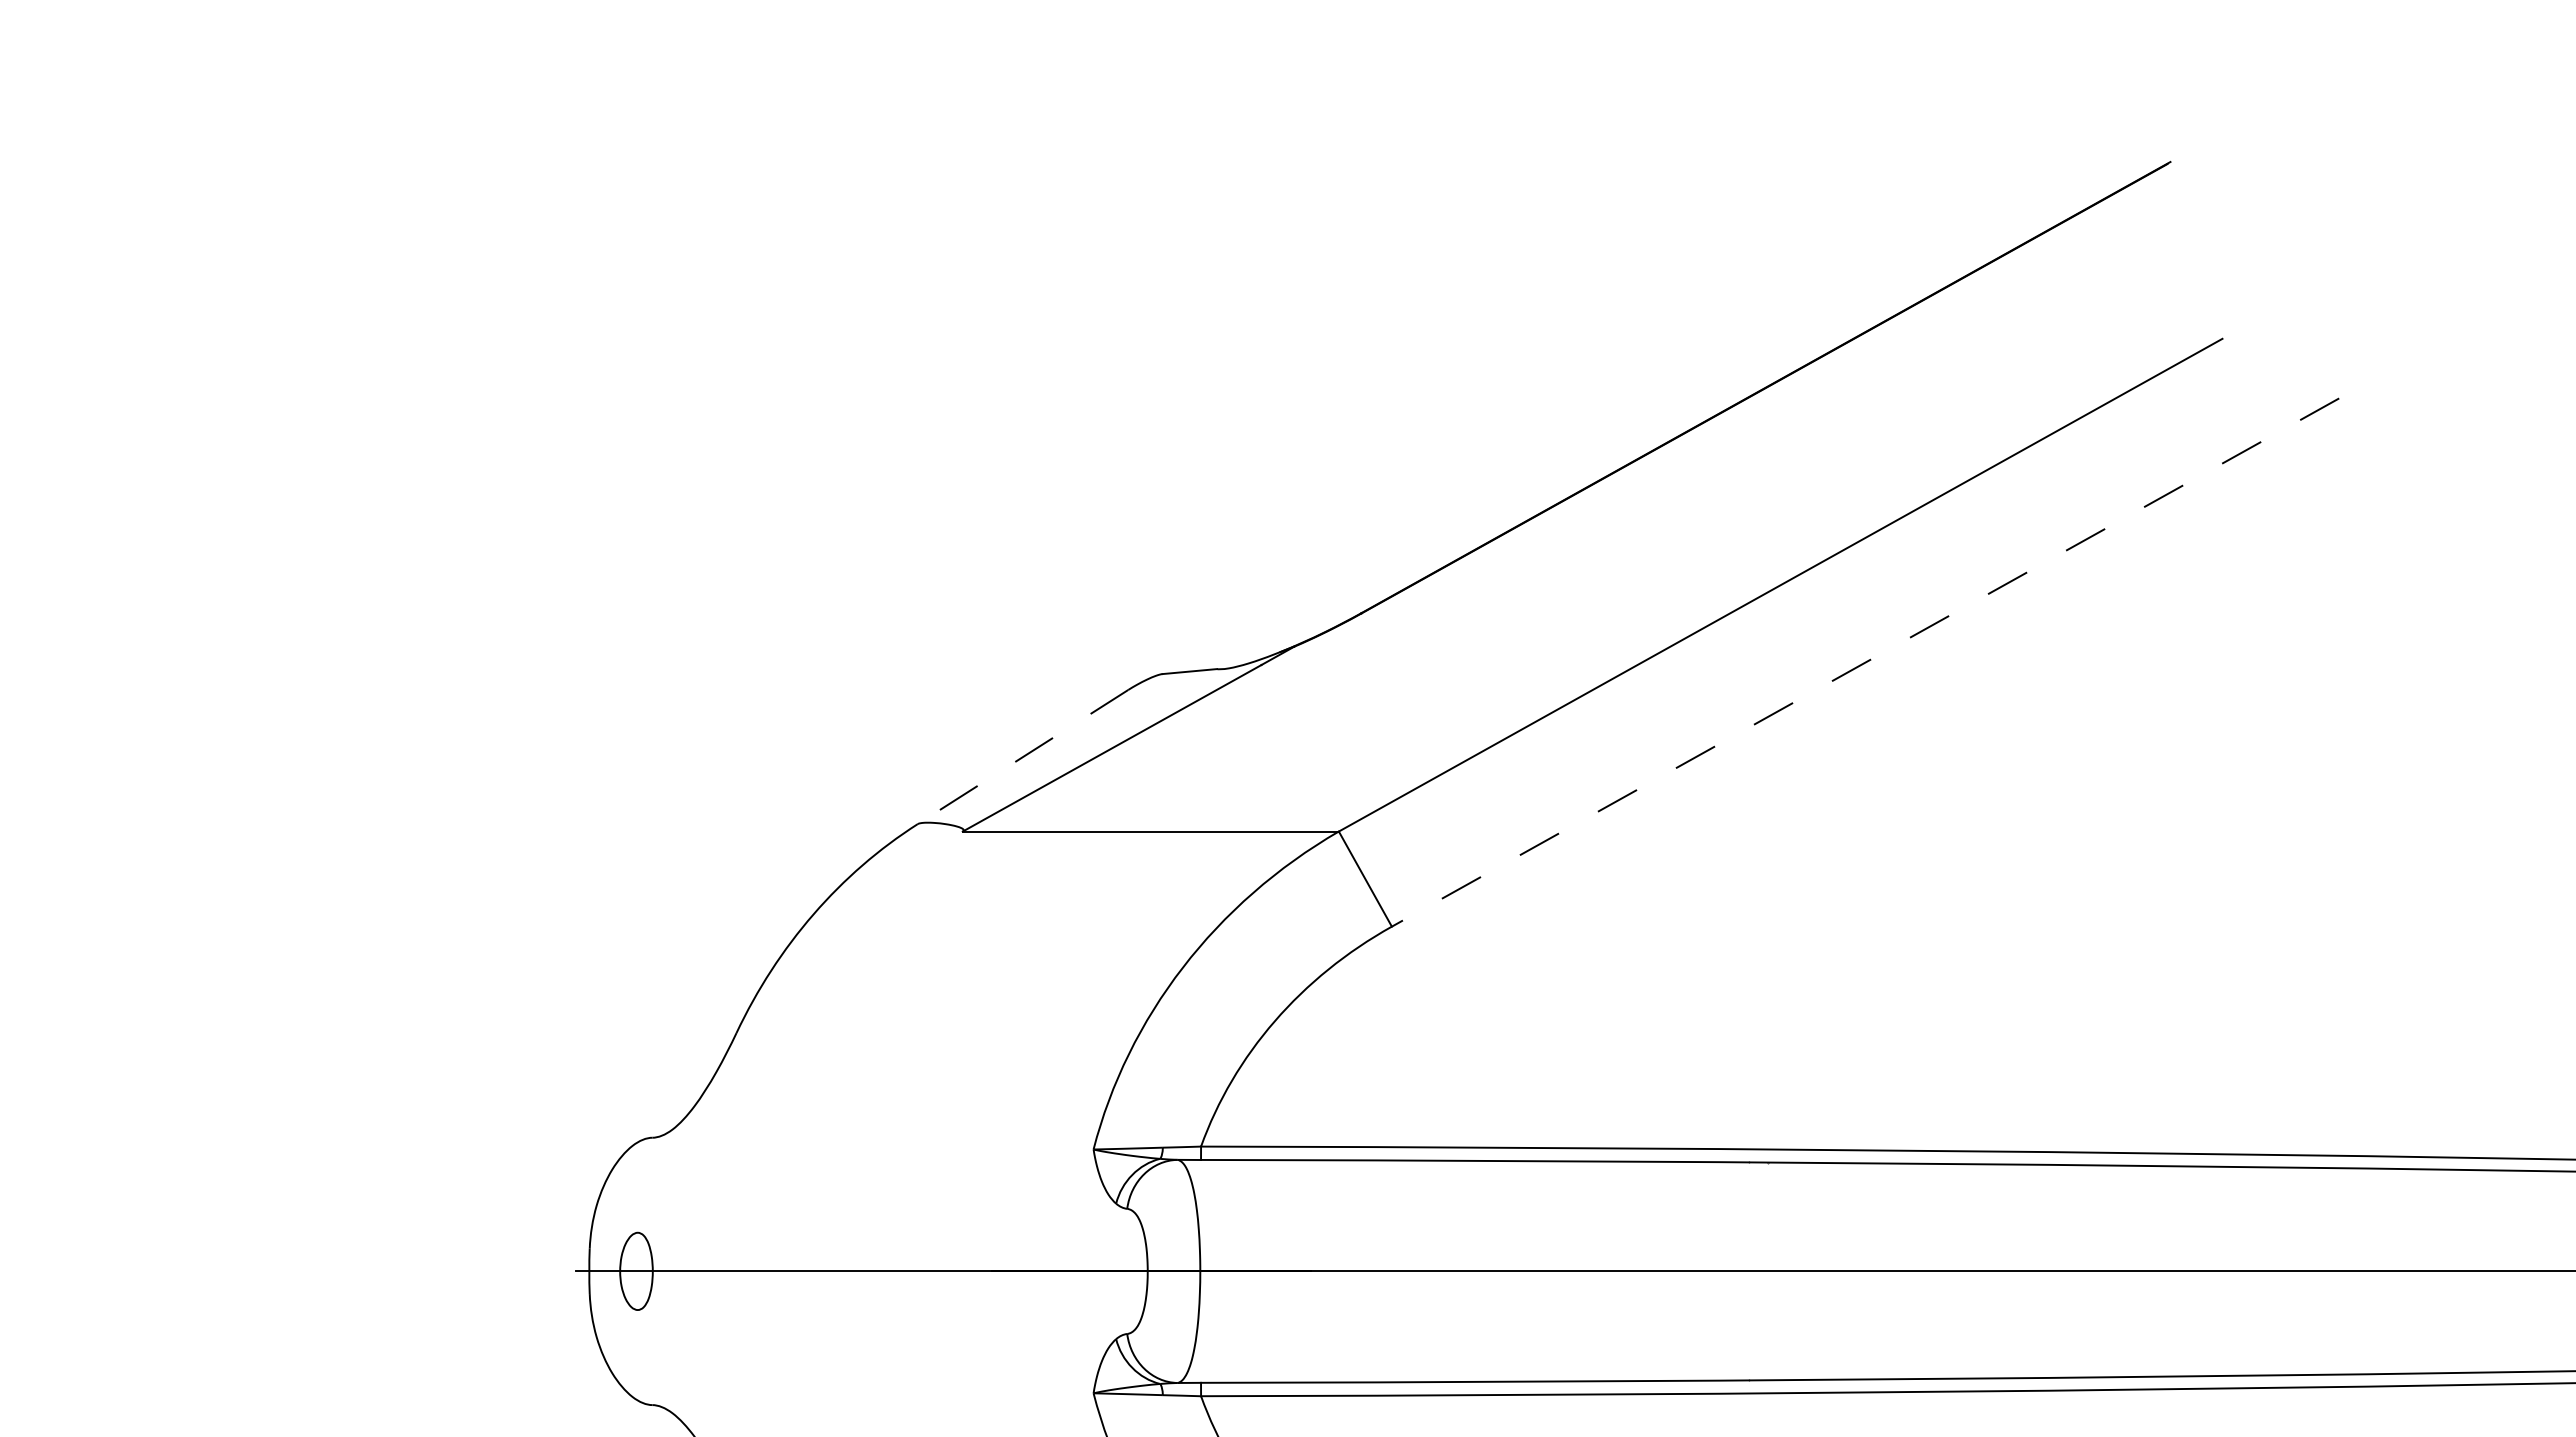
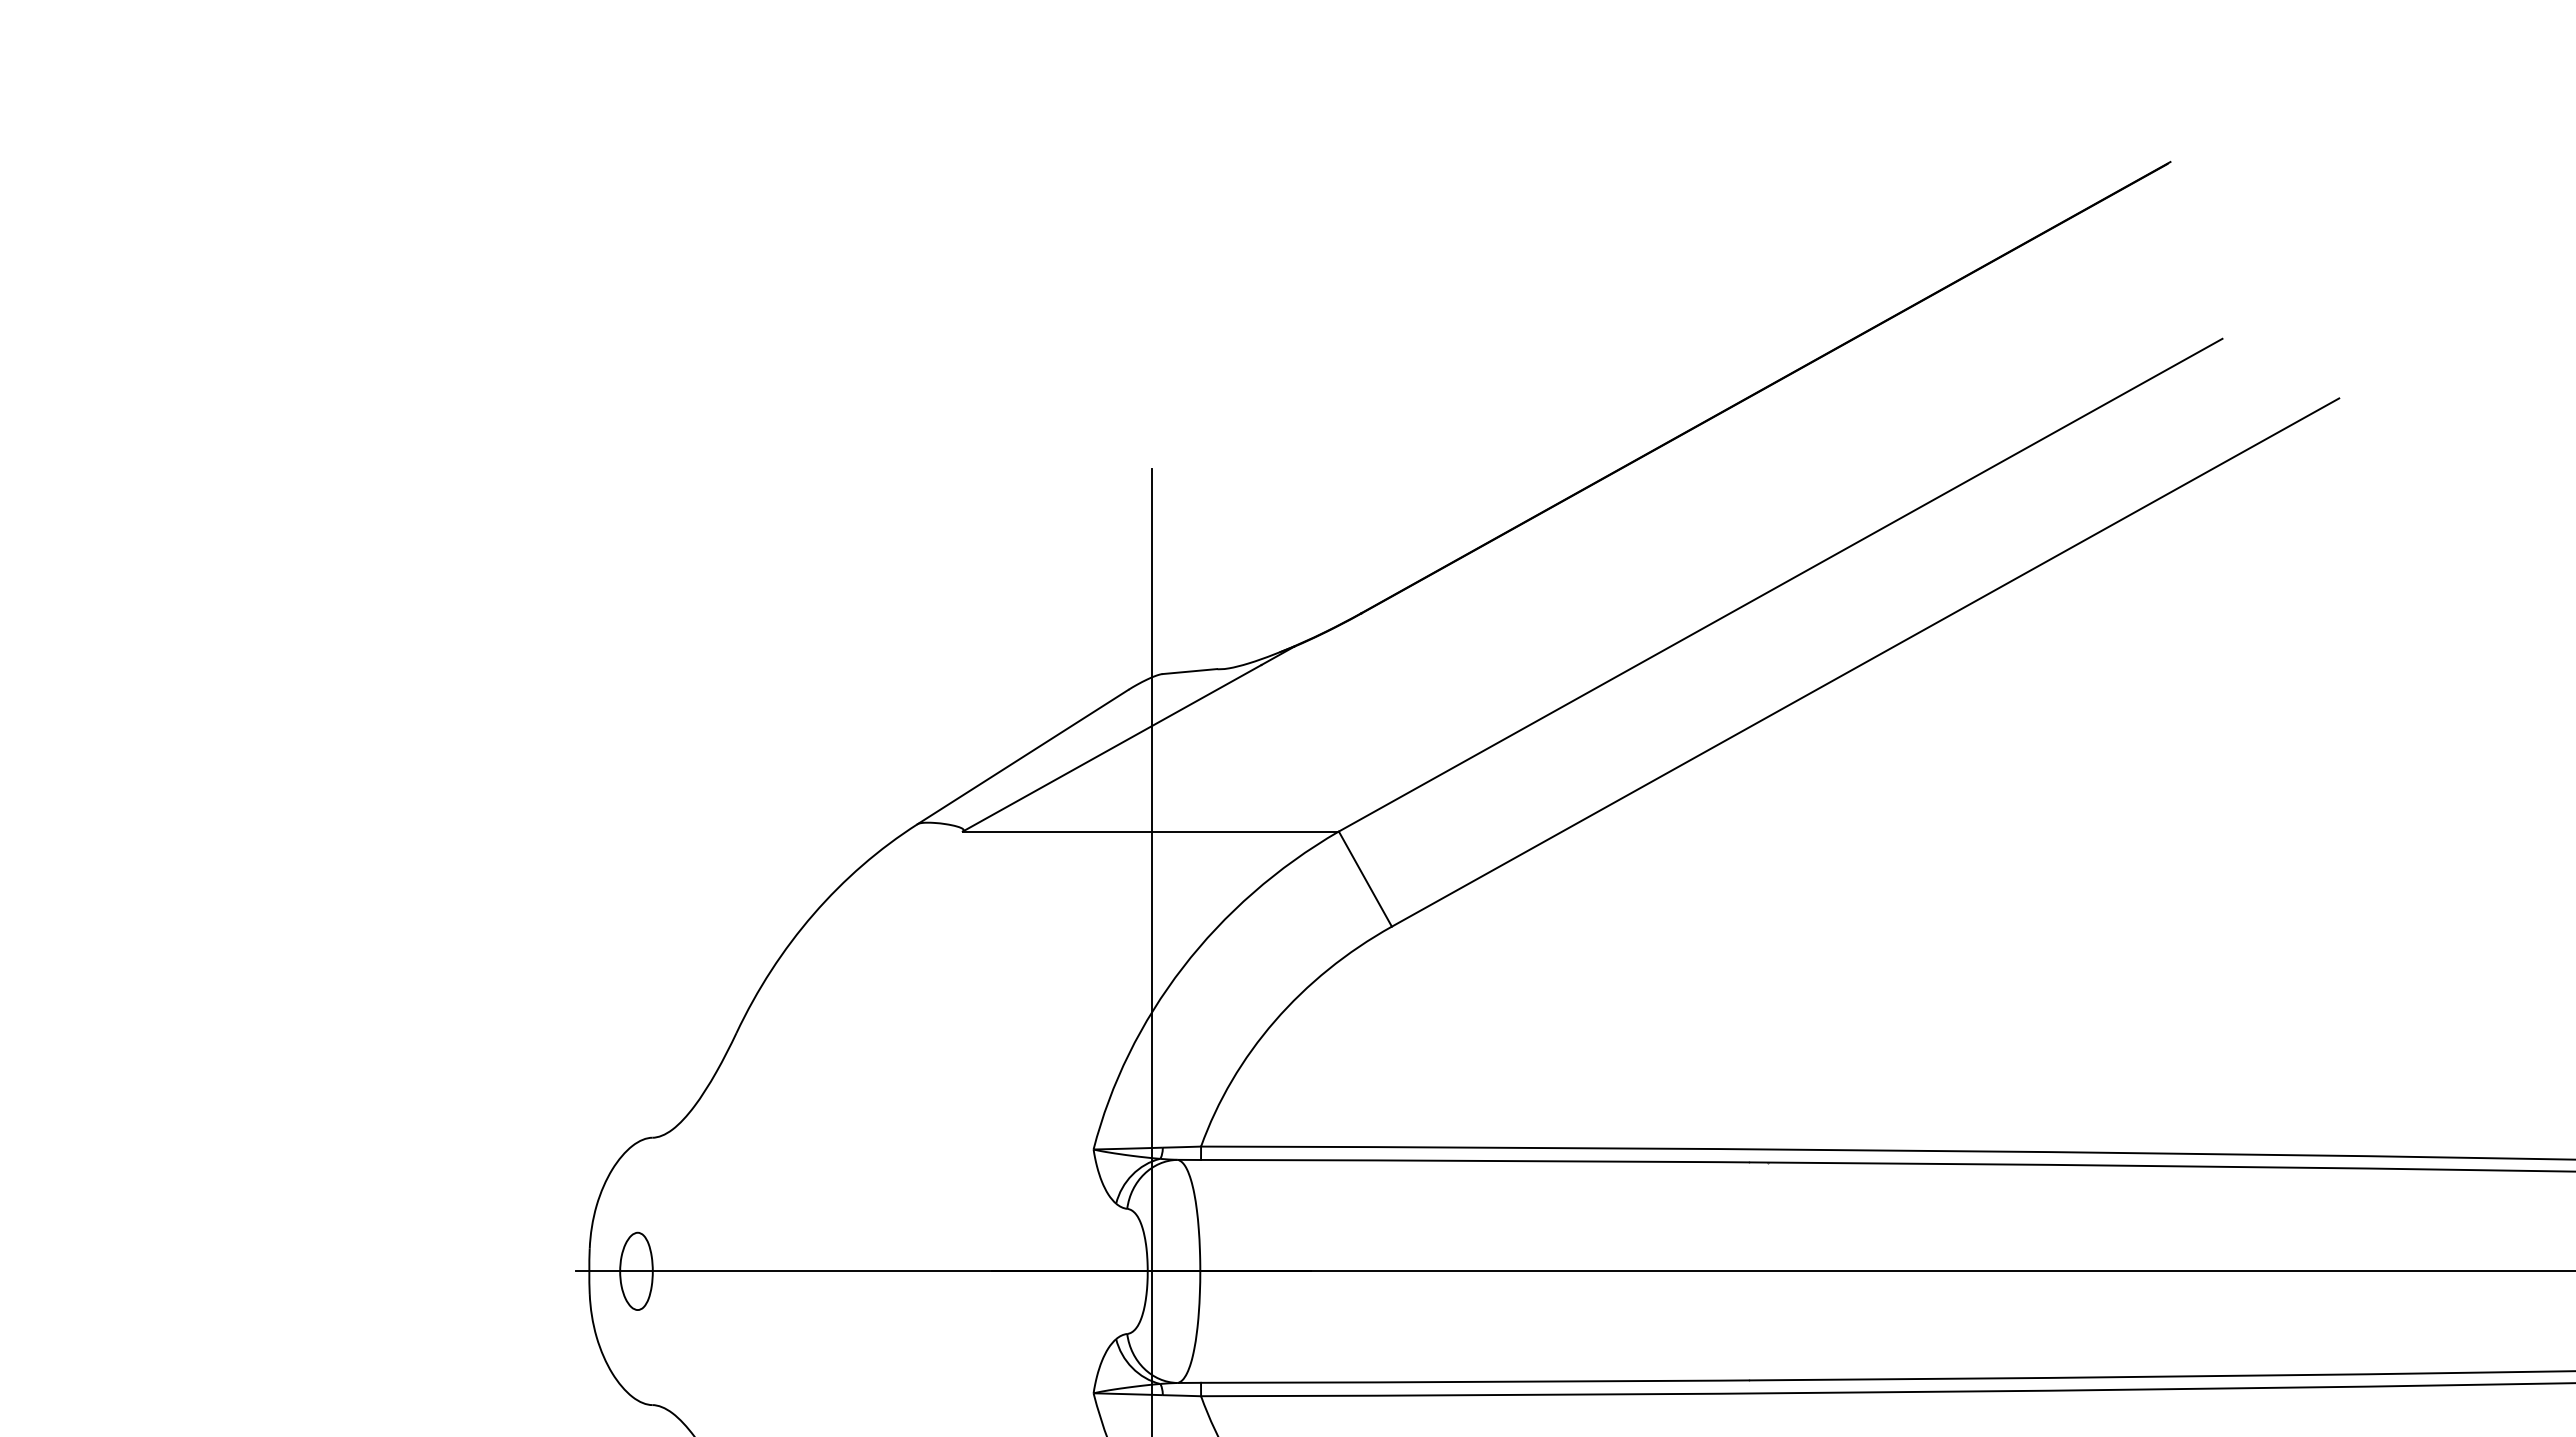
line at (1865, 662): dashed -> solid
line at (1023, 757): dashed -> solid
line at (1151, 950): none -> present
